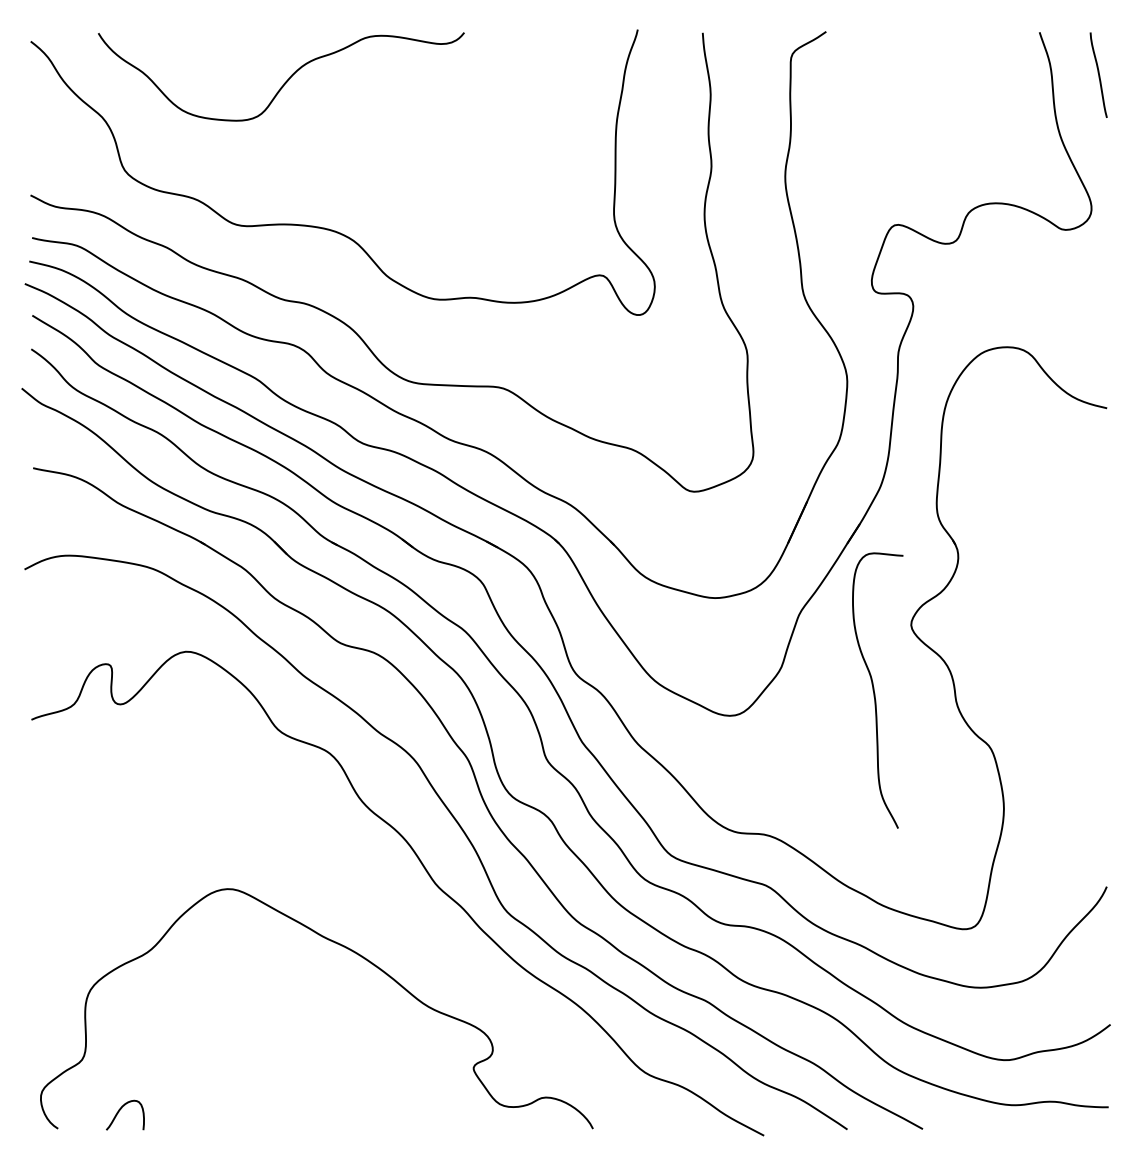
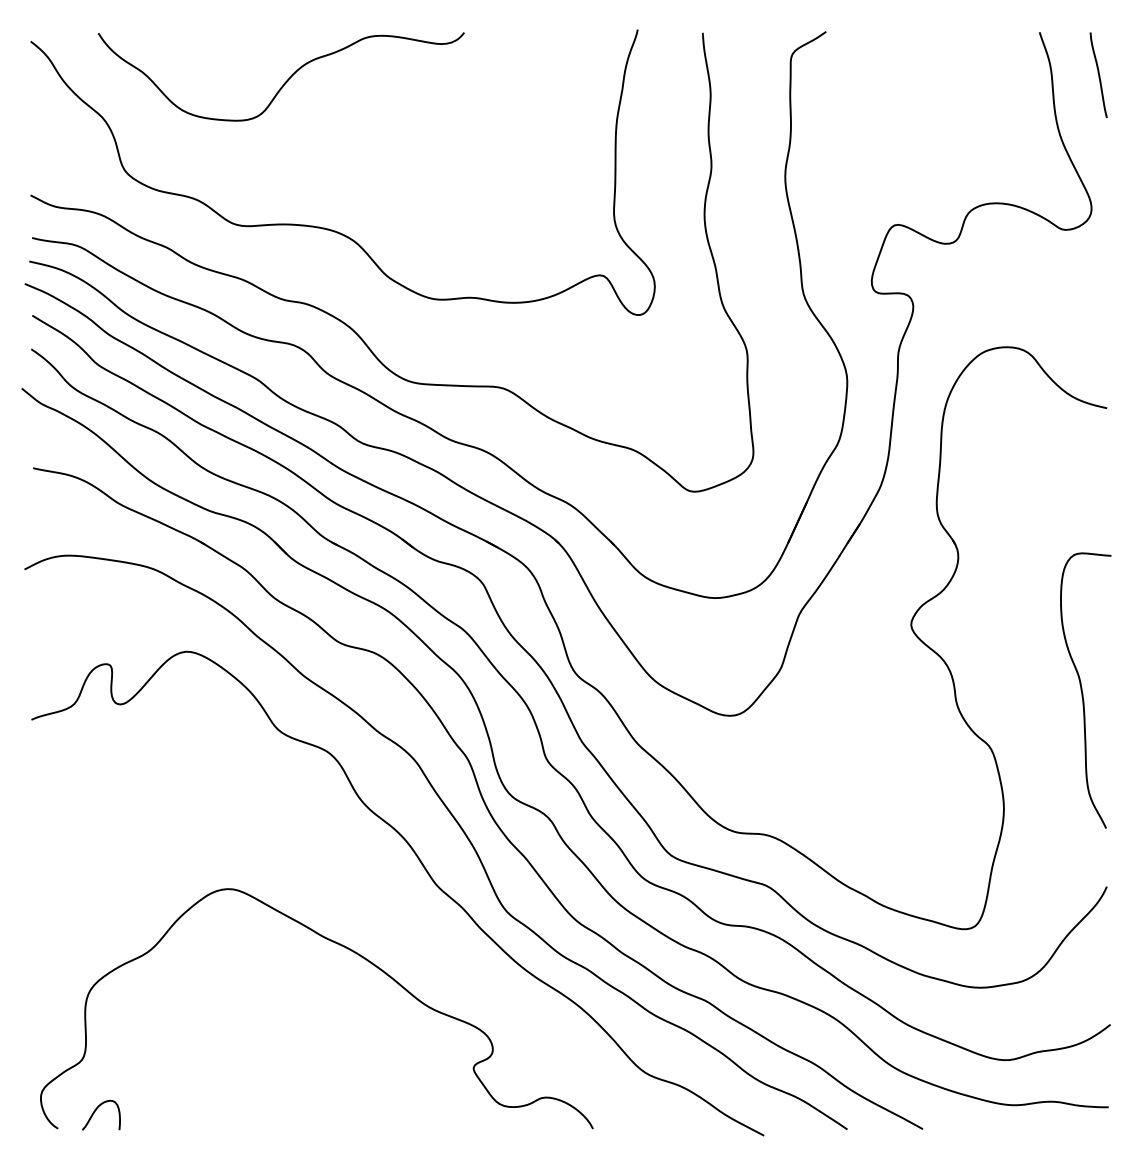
curve at (874, 690) position: (874, 690) -> (1082, 690)
curve at (119, 1112) position: (119, 1112) -> (95, 1112)
